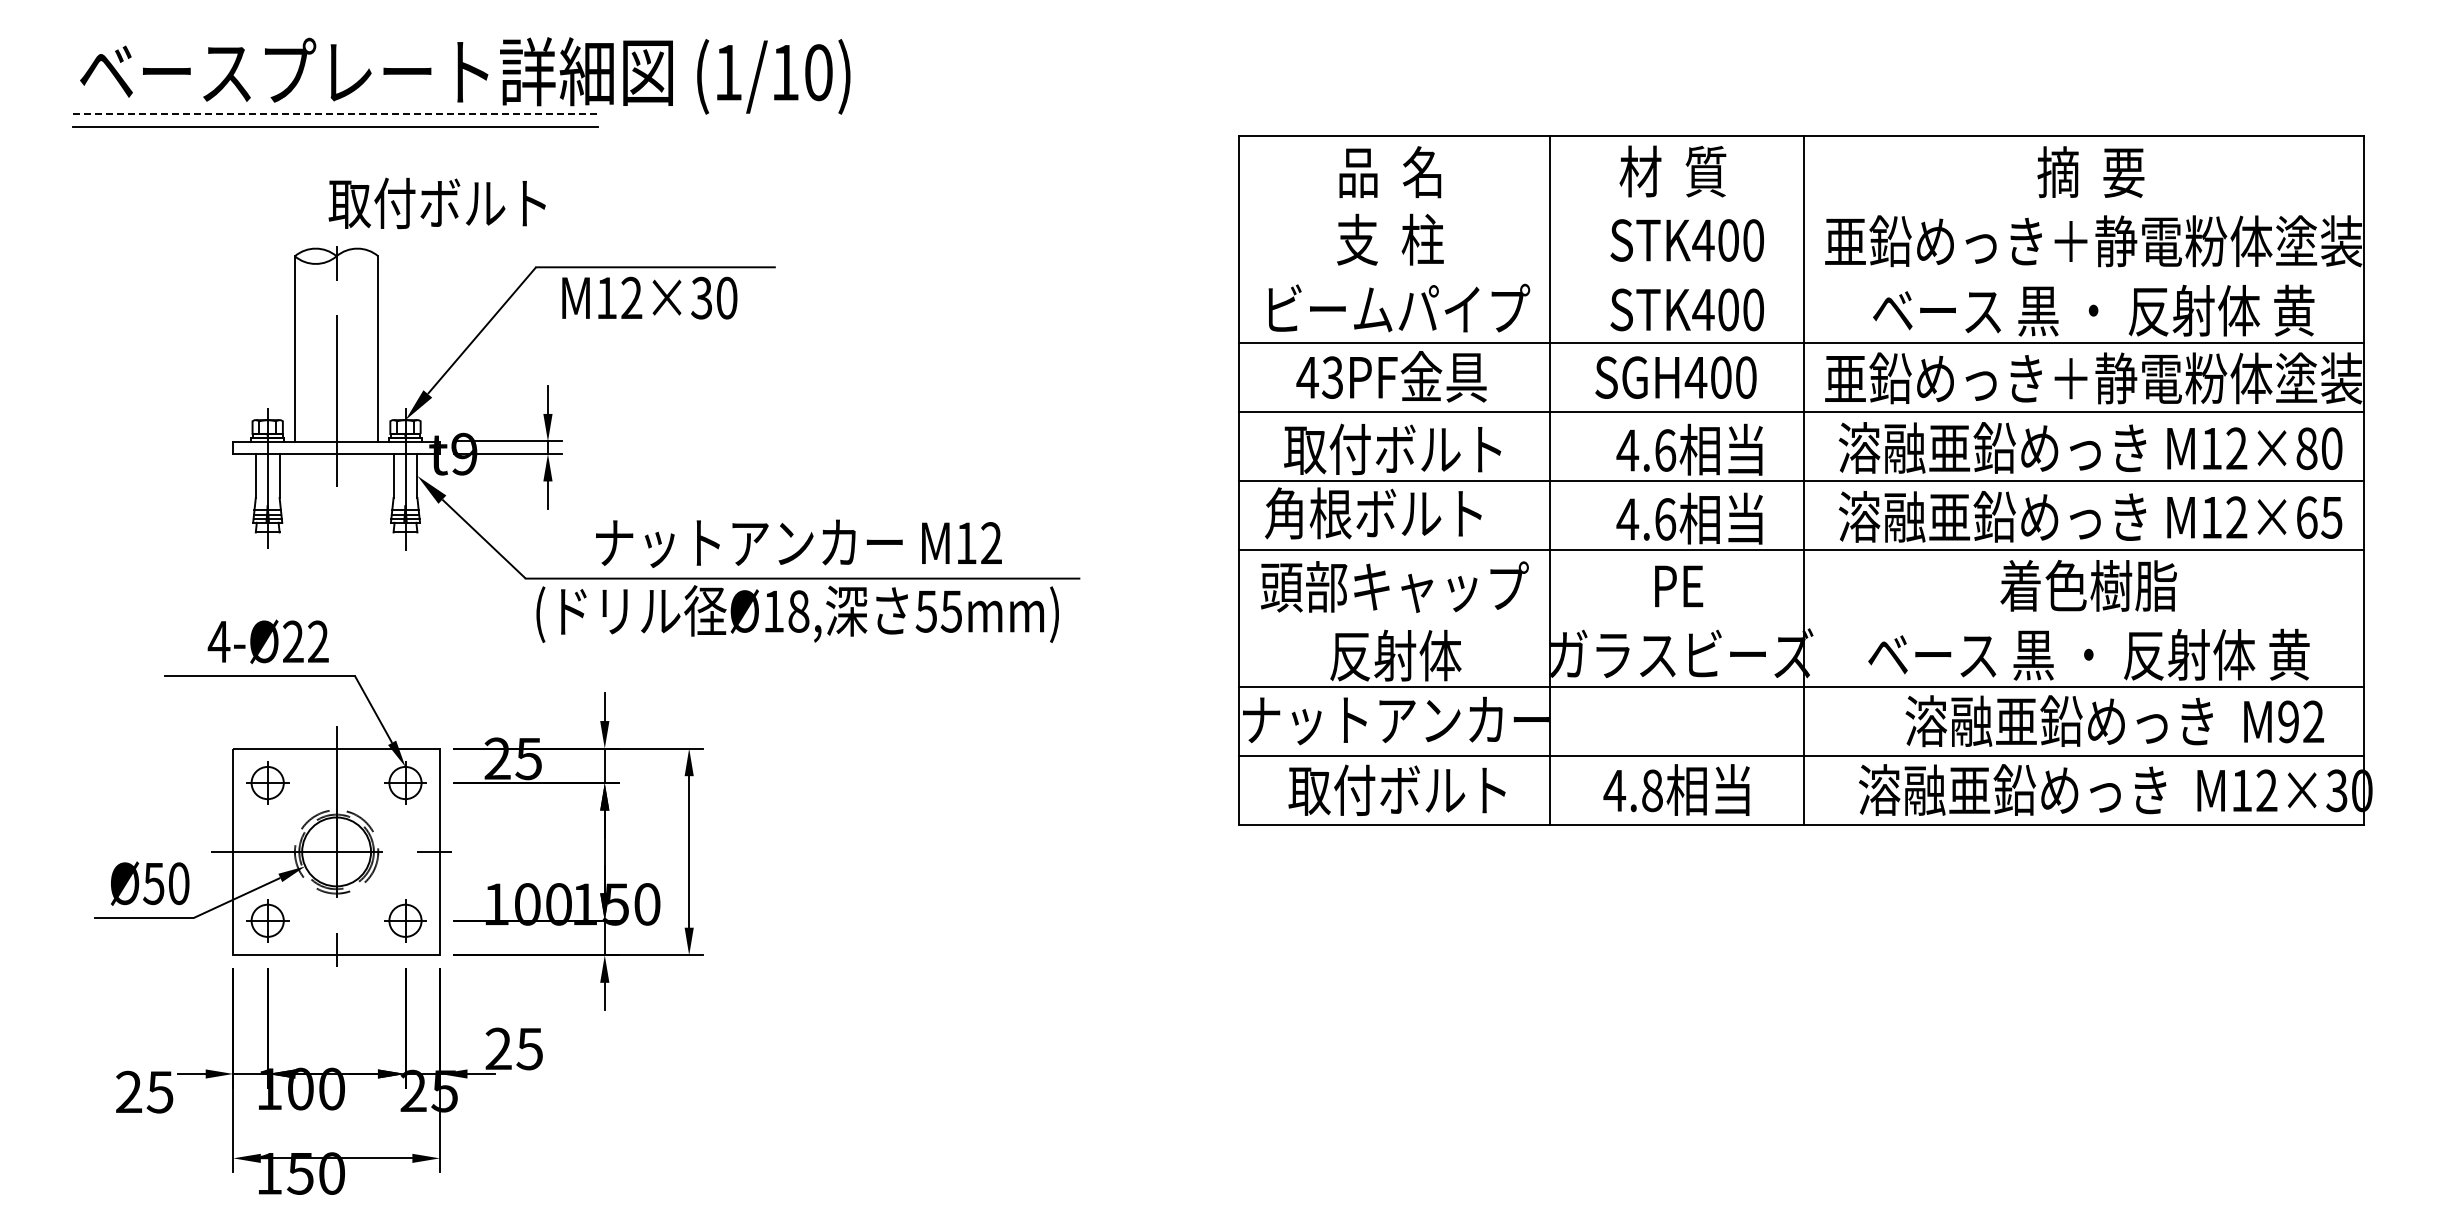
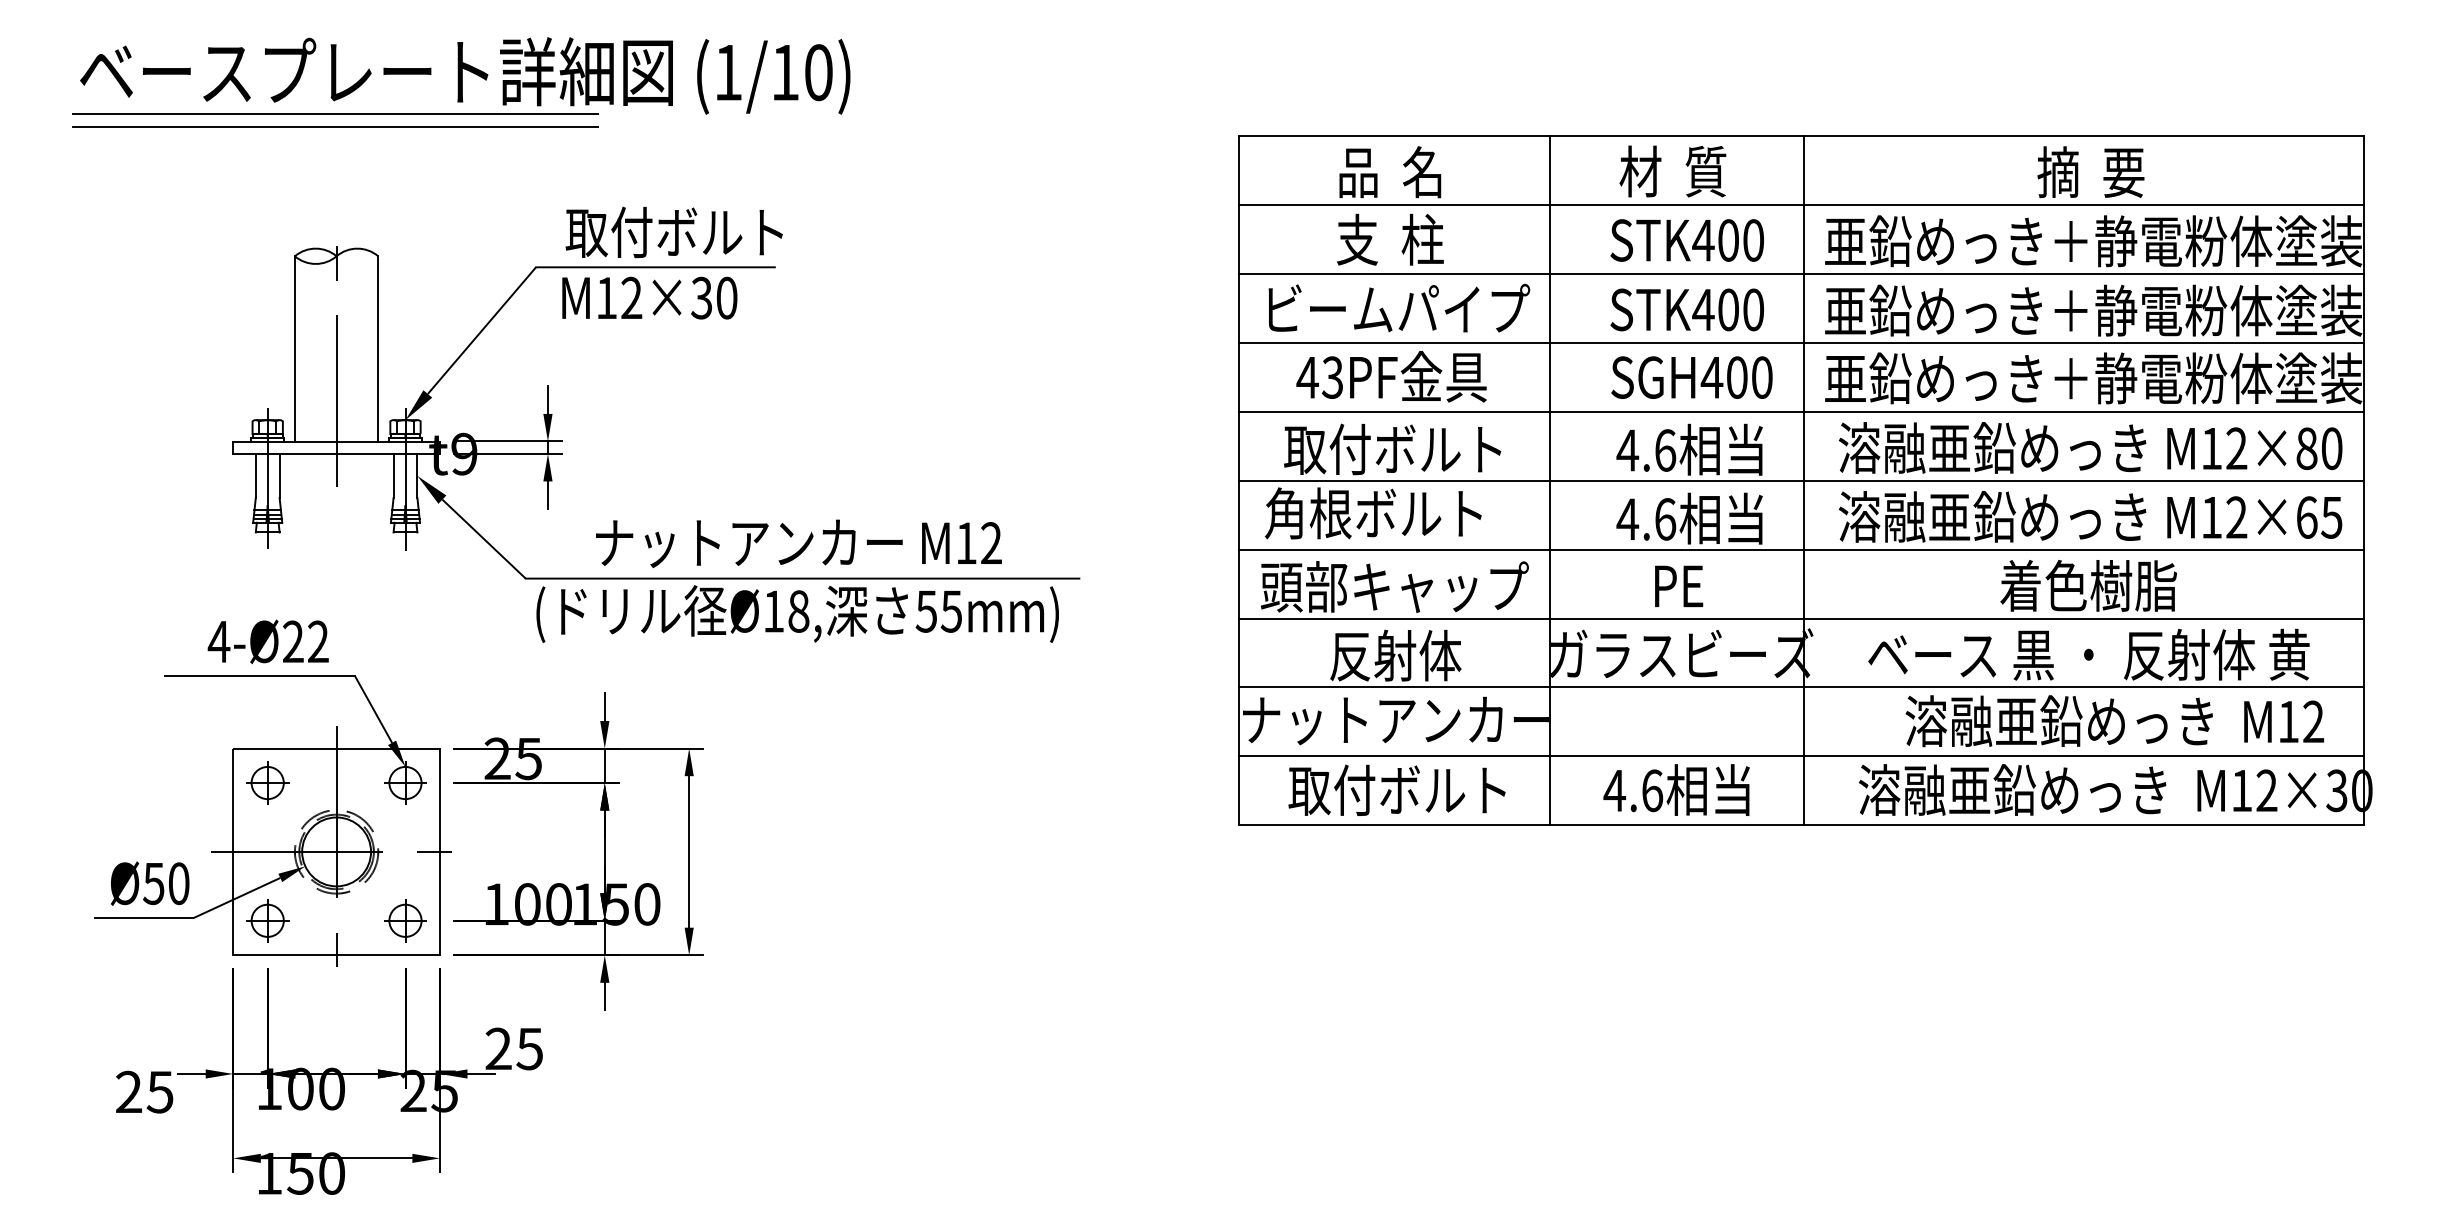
line at (336, 113): dashed -> solid
text at (436, 203) position: (436, 203) -> (673, 232)
line at (1801, 205): none -> present
line at (1801, 274): none -> present
text at (2093, 310): ベース 黒 ・ 反射体 黄 -> 亜鉛めっき＋静電粉体塗装
text at (1675, 377) position: (1675, 377) -> (1691, 377)
line at (1801, 618): none -> present
text at (2288, 721): M92 -> M12
text at (1652, 790): 4.8 -> 4.6
